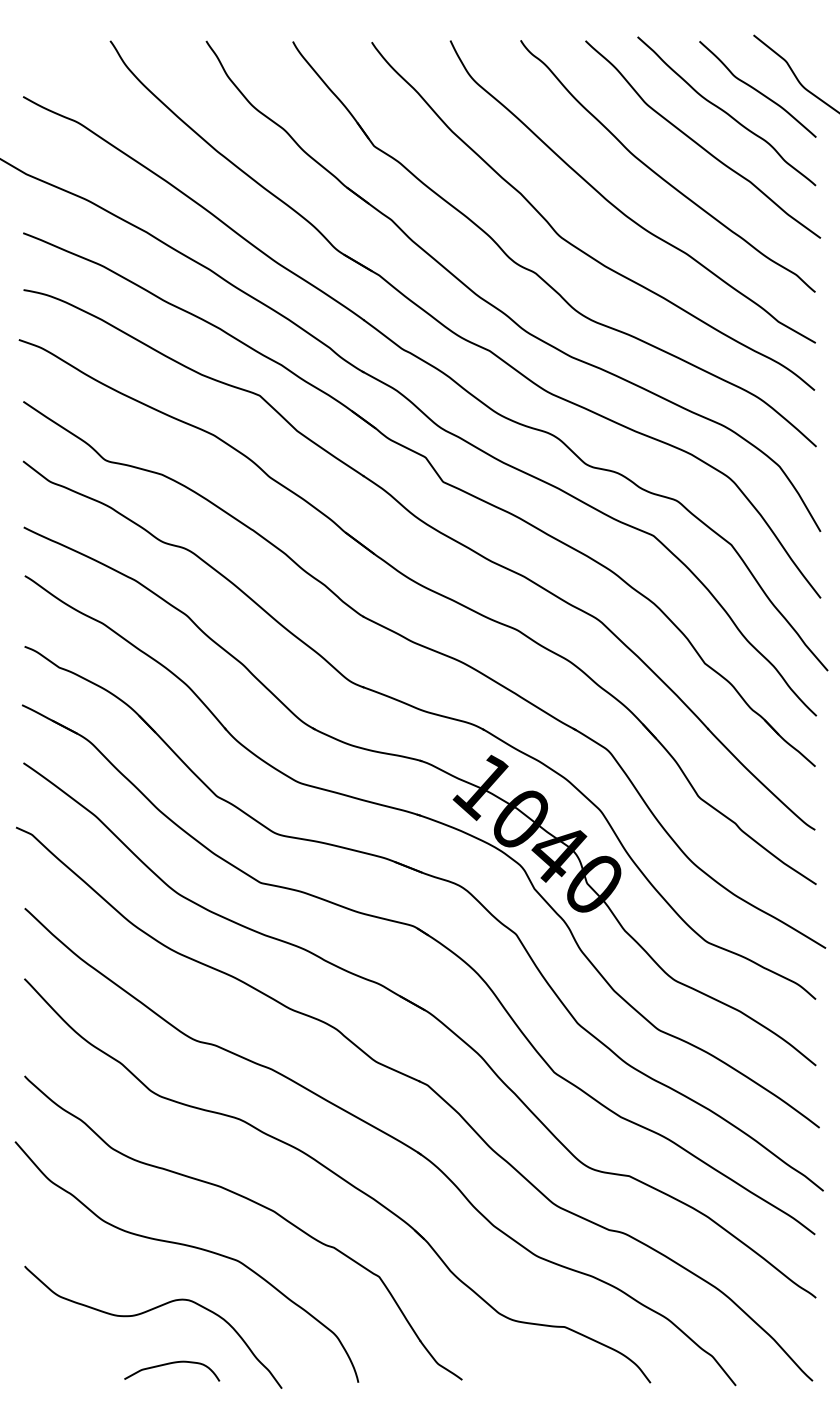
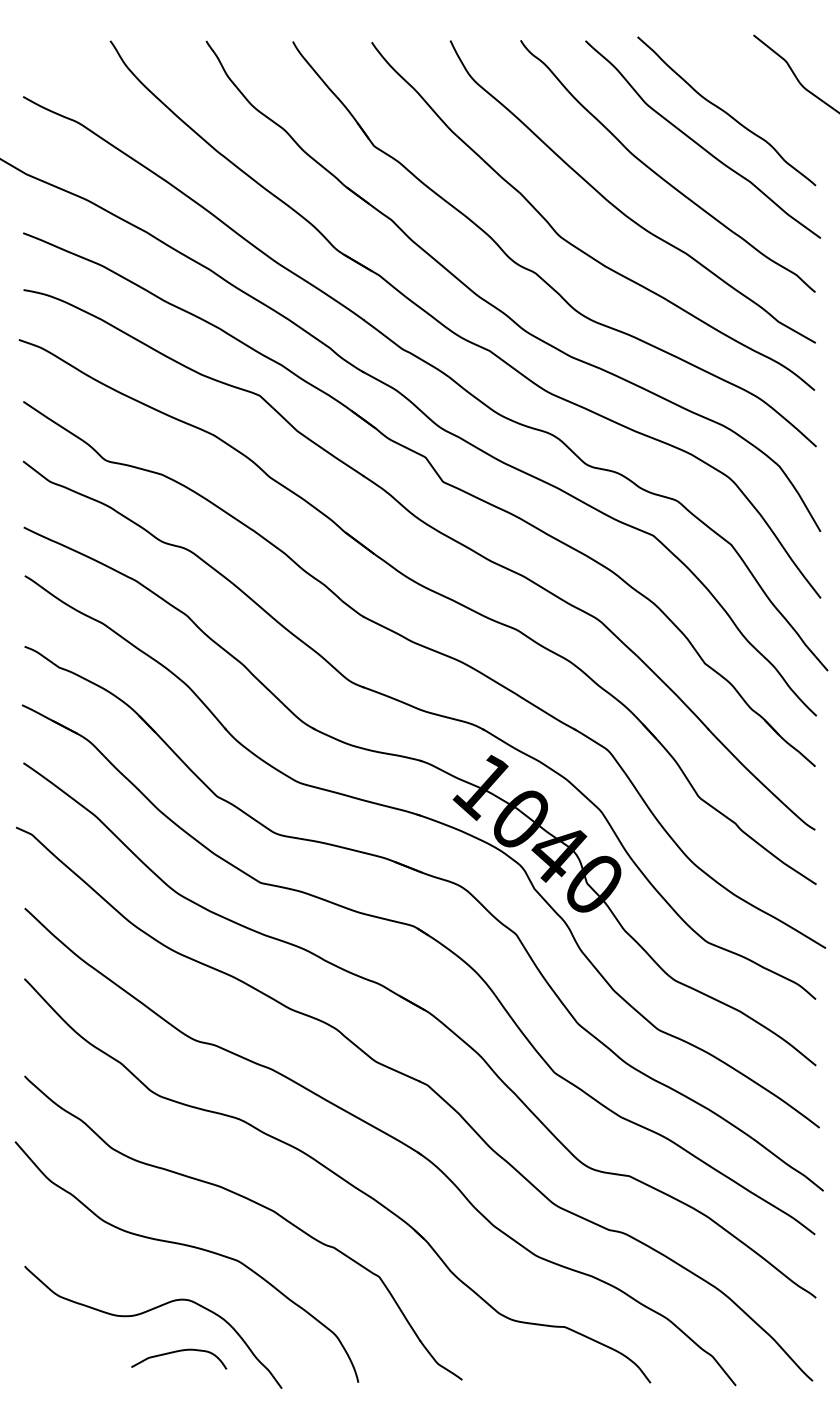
curve at (757, 89): present -> none
curve at (170, 1364) position: (170, 1364) -> (177, 1352)
